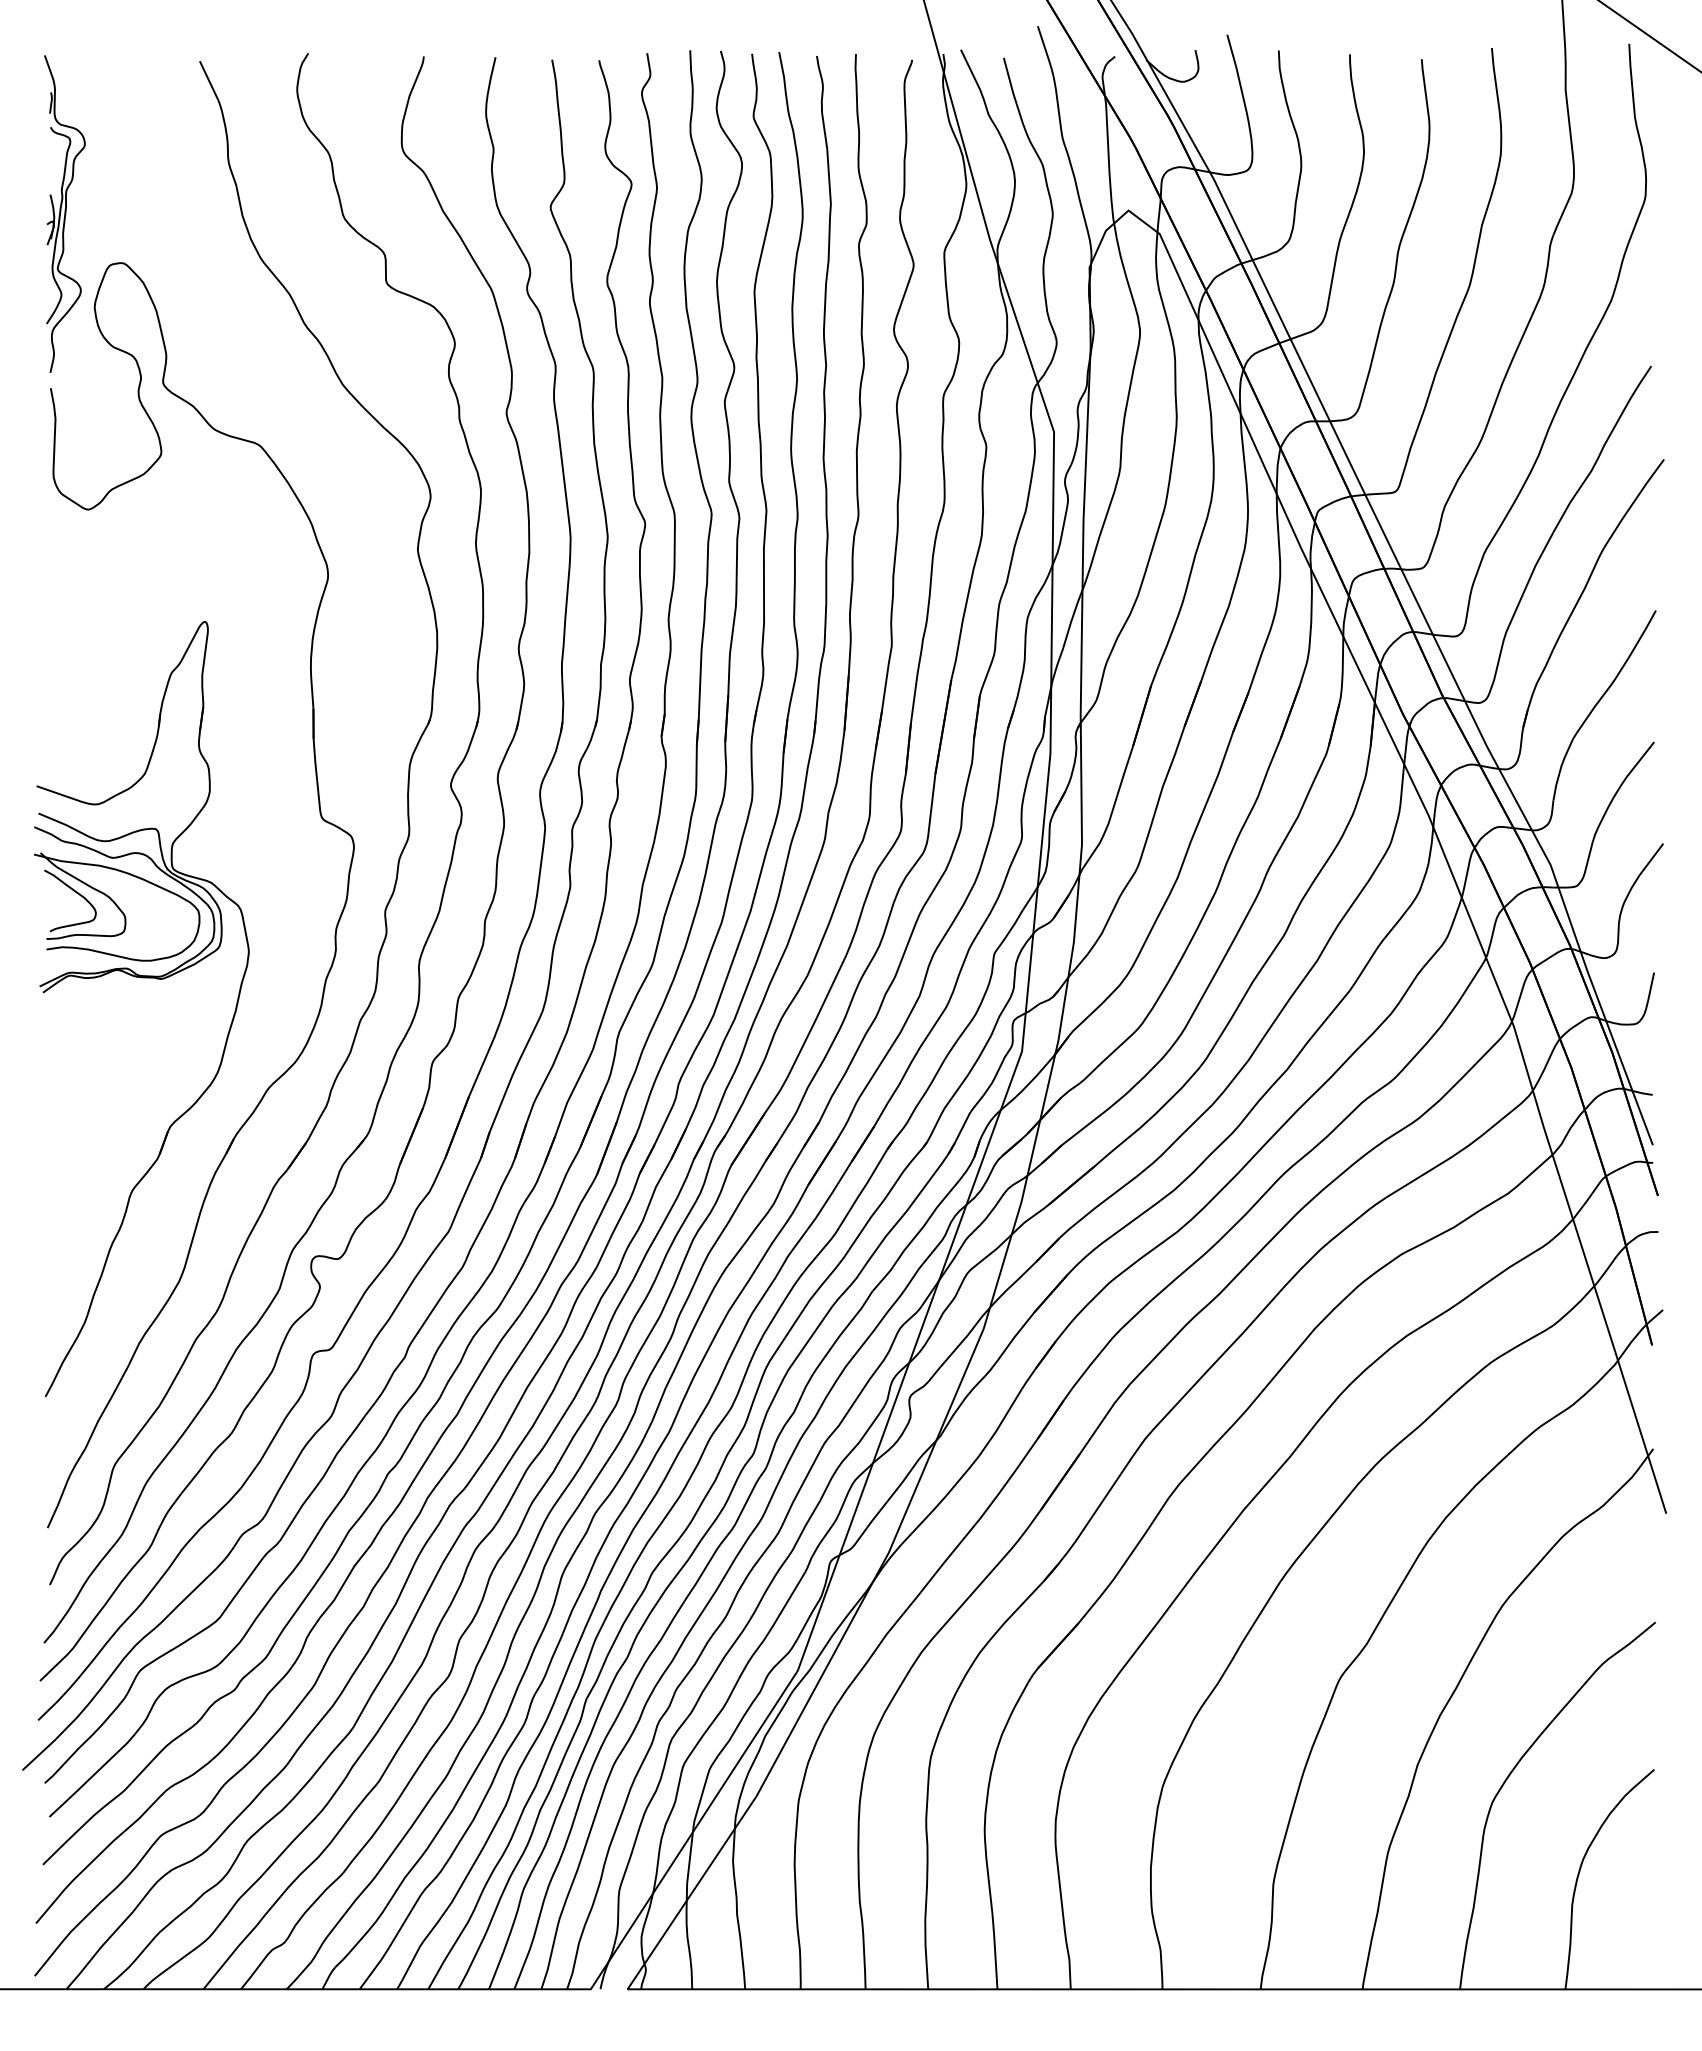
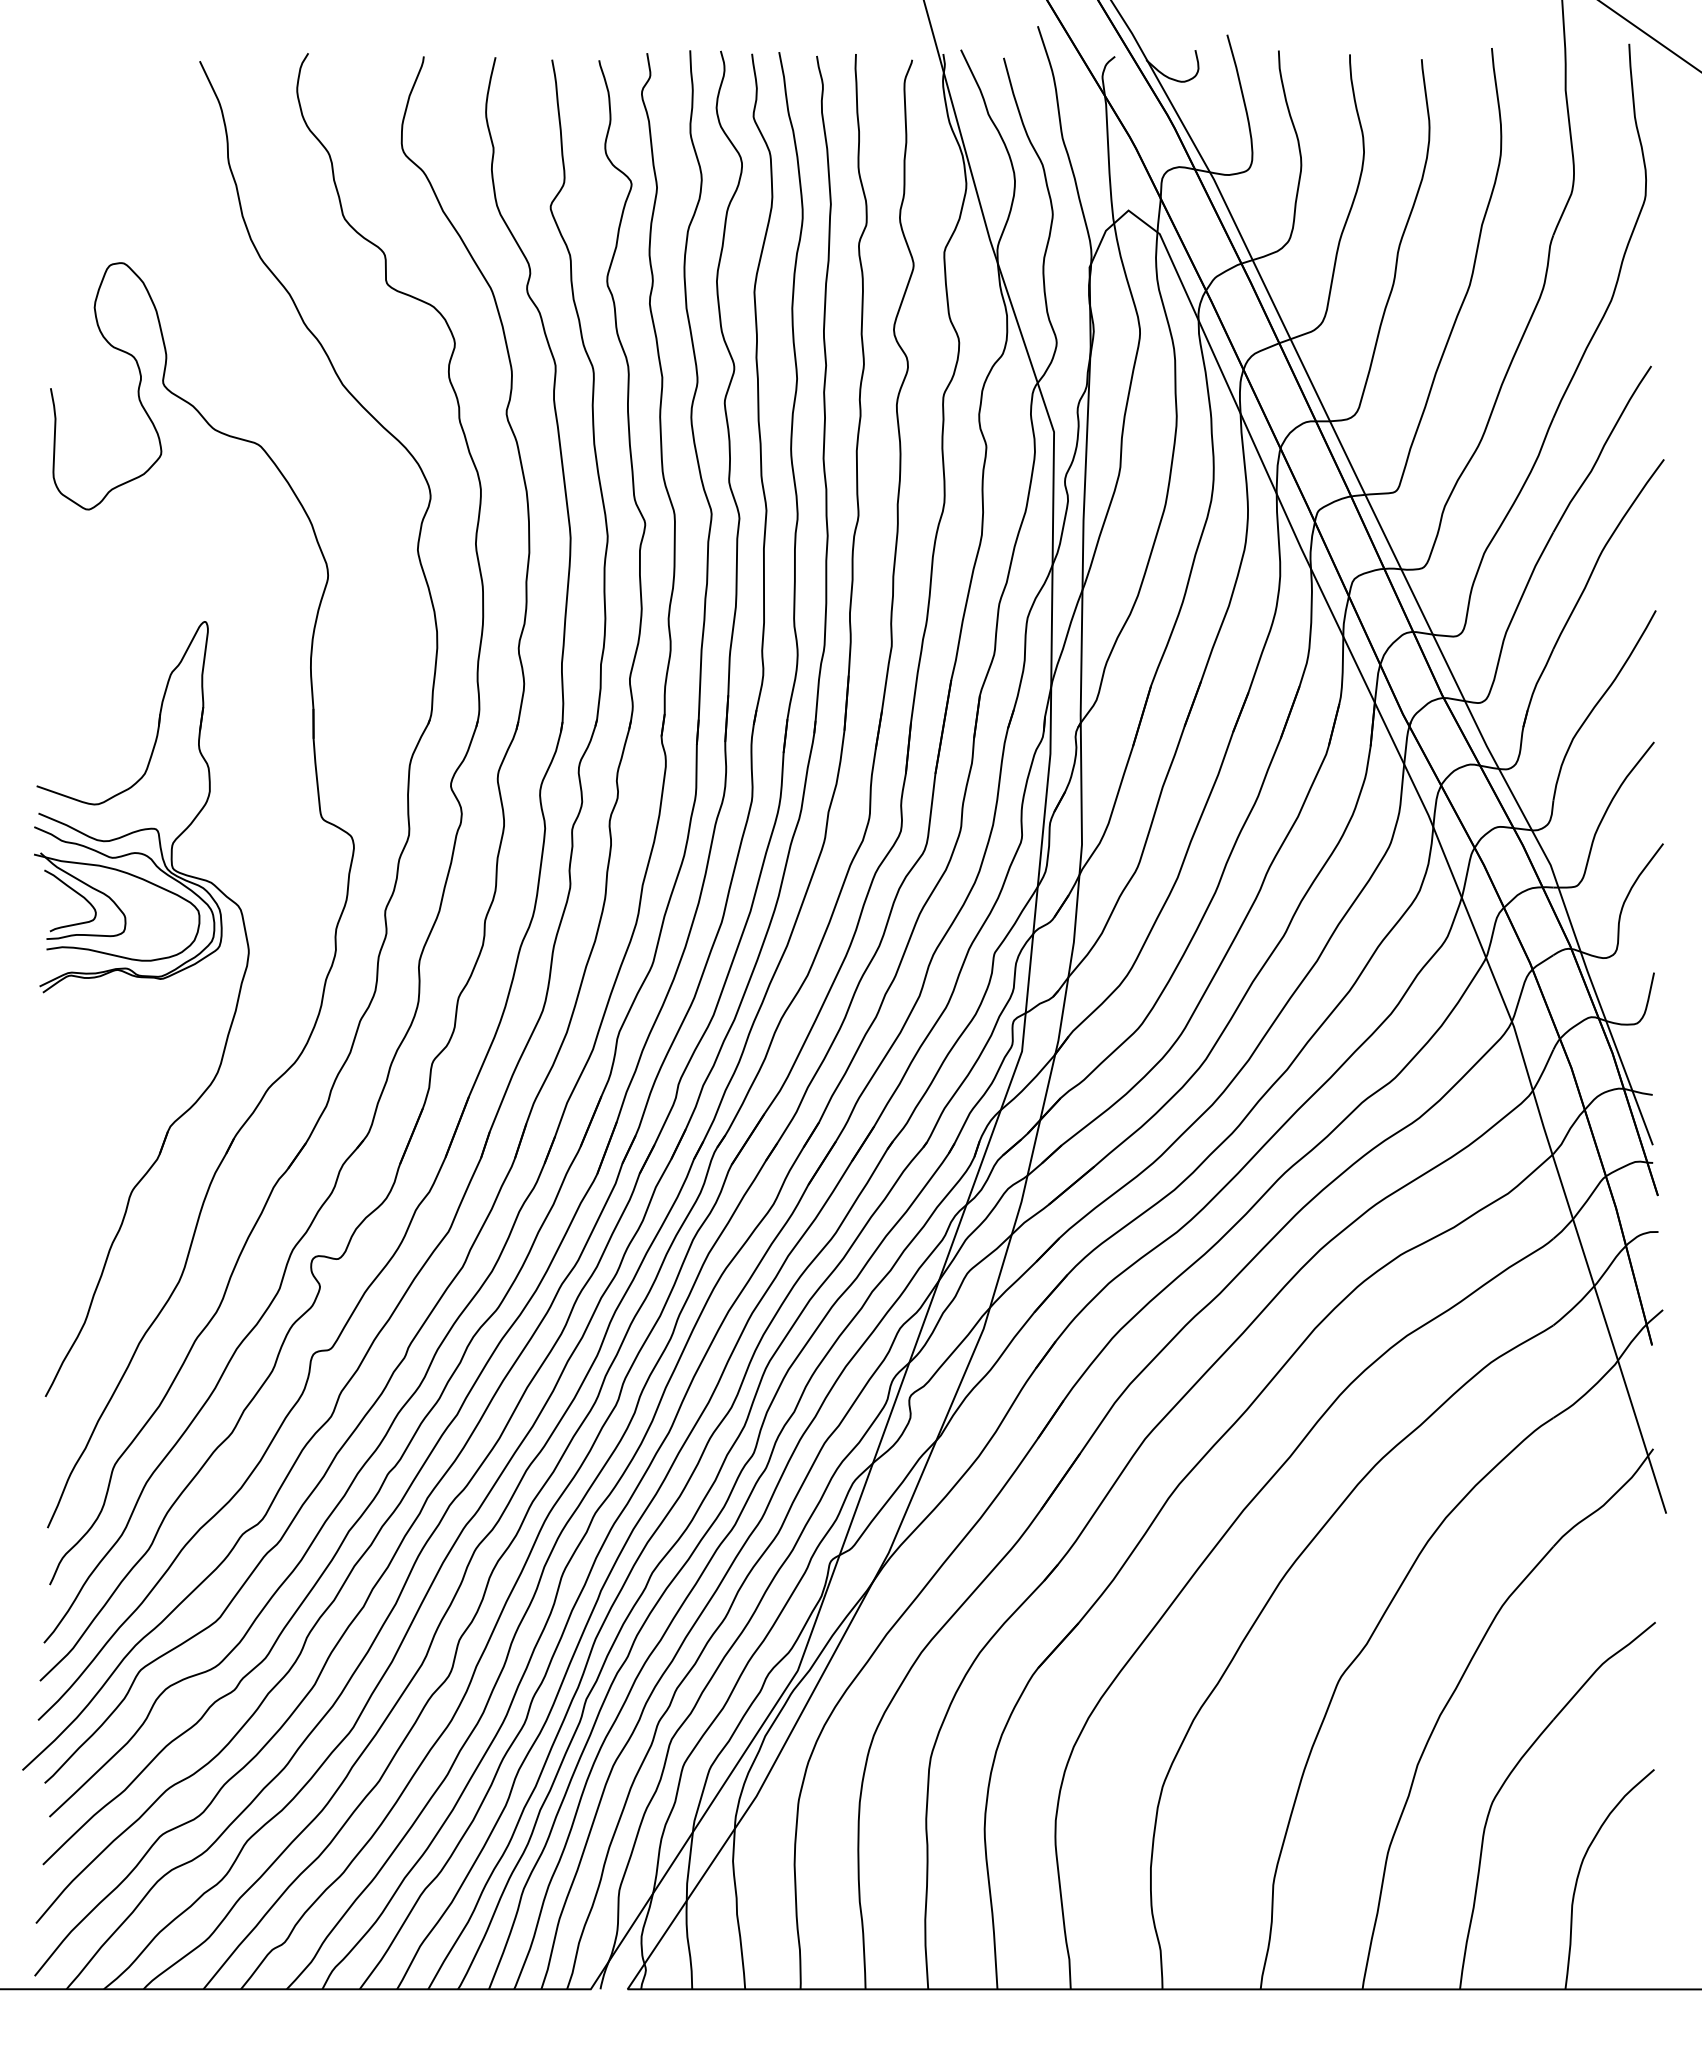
part at (64, 213): present -> none
